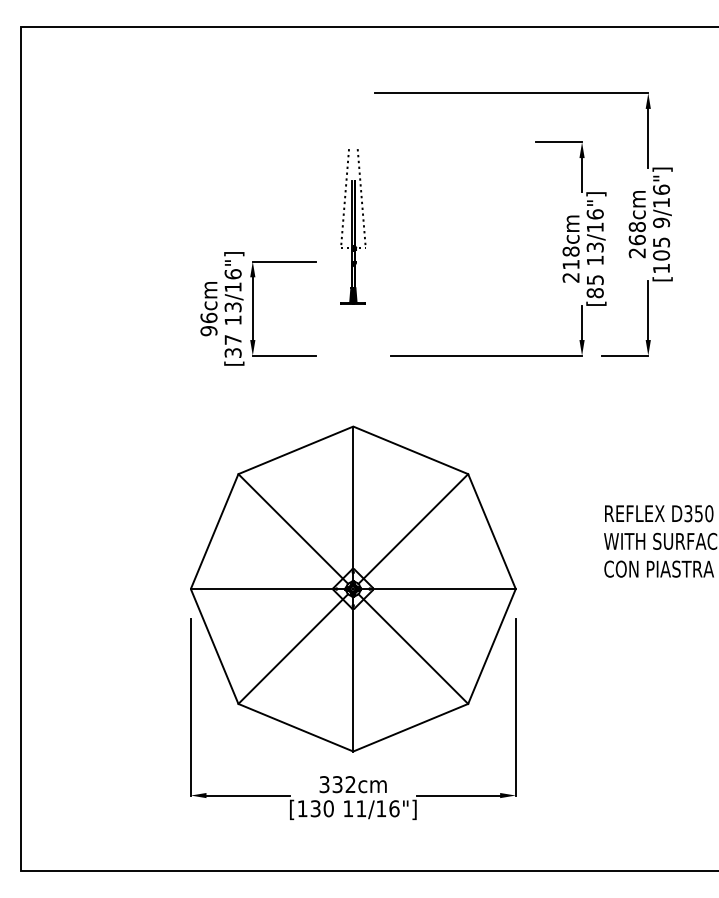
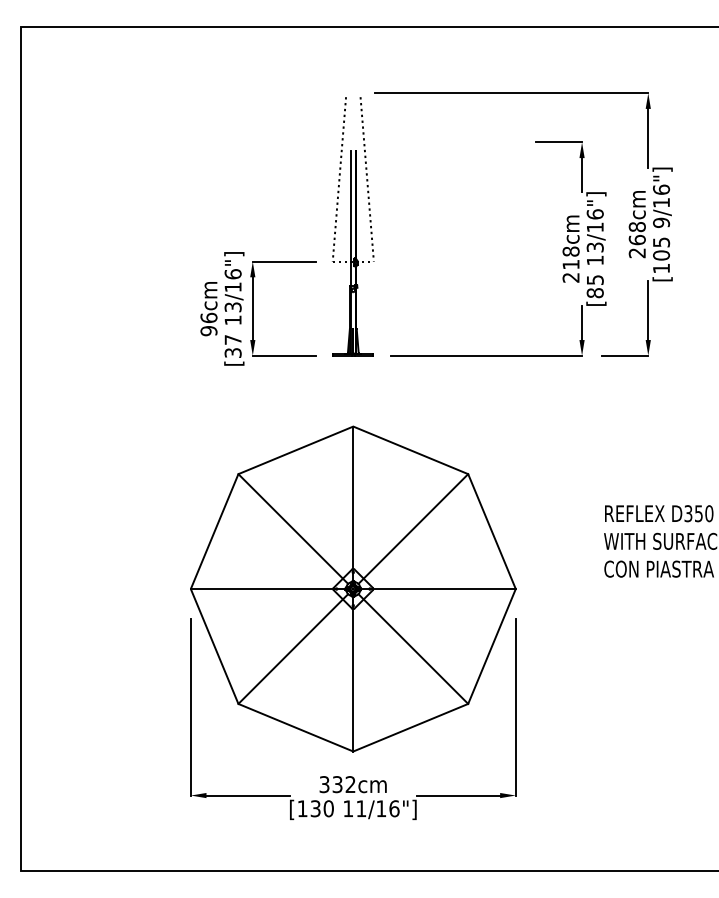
part at (353, 226) size: 27x156 px -> 43x260 px
